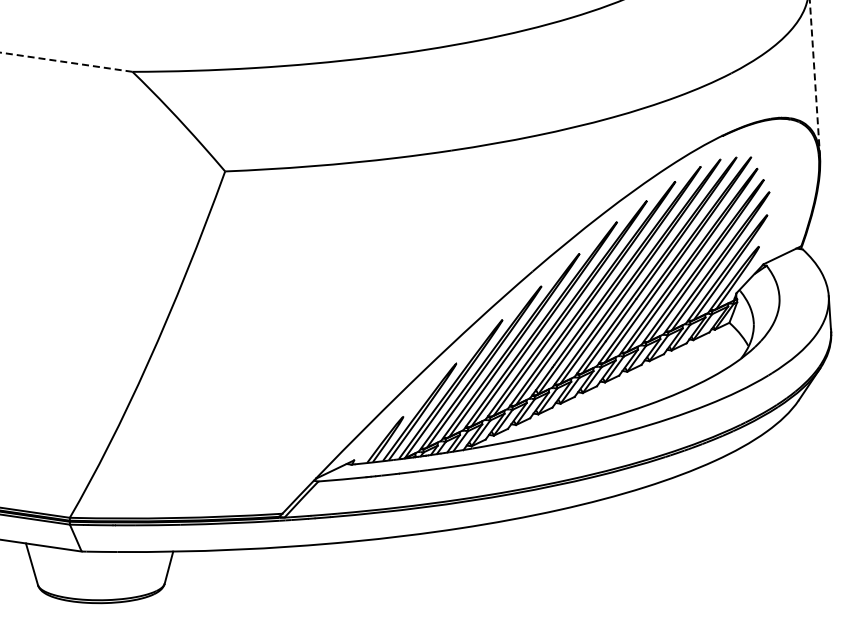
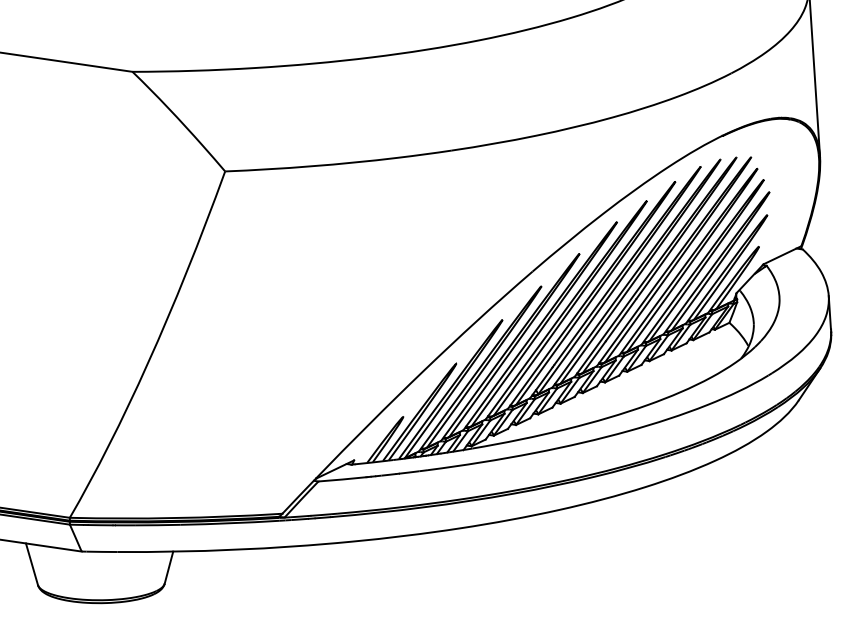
line at (66, 62): dashed -> solid
line at (814, 79): dashed -> solid
